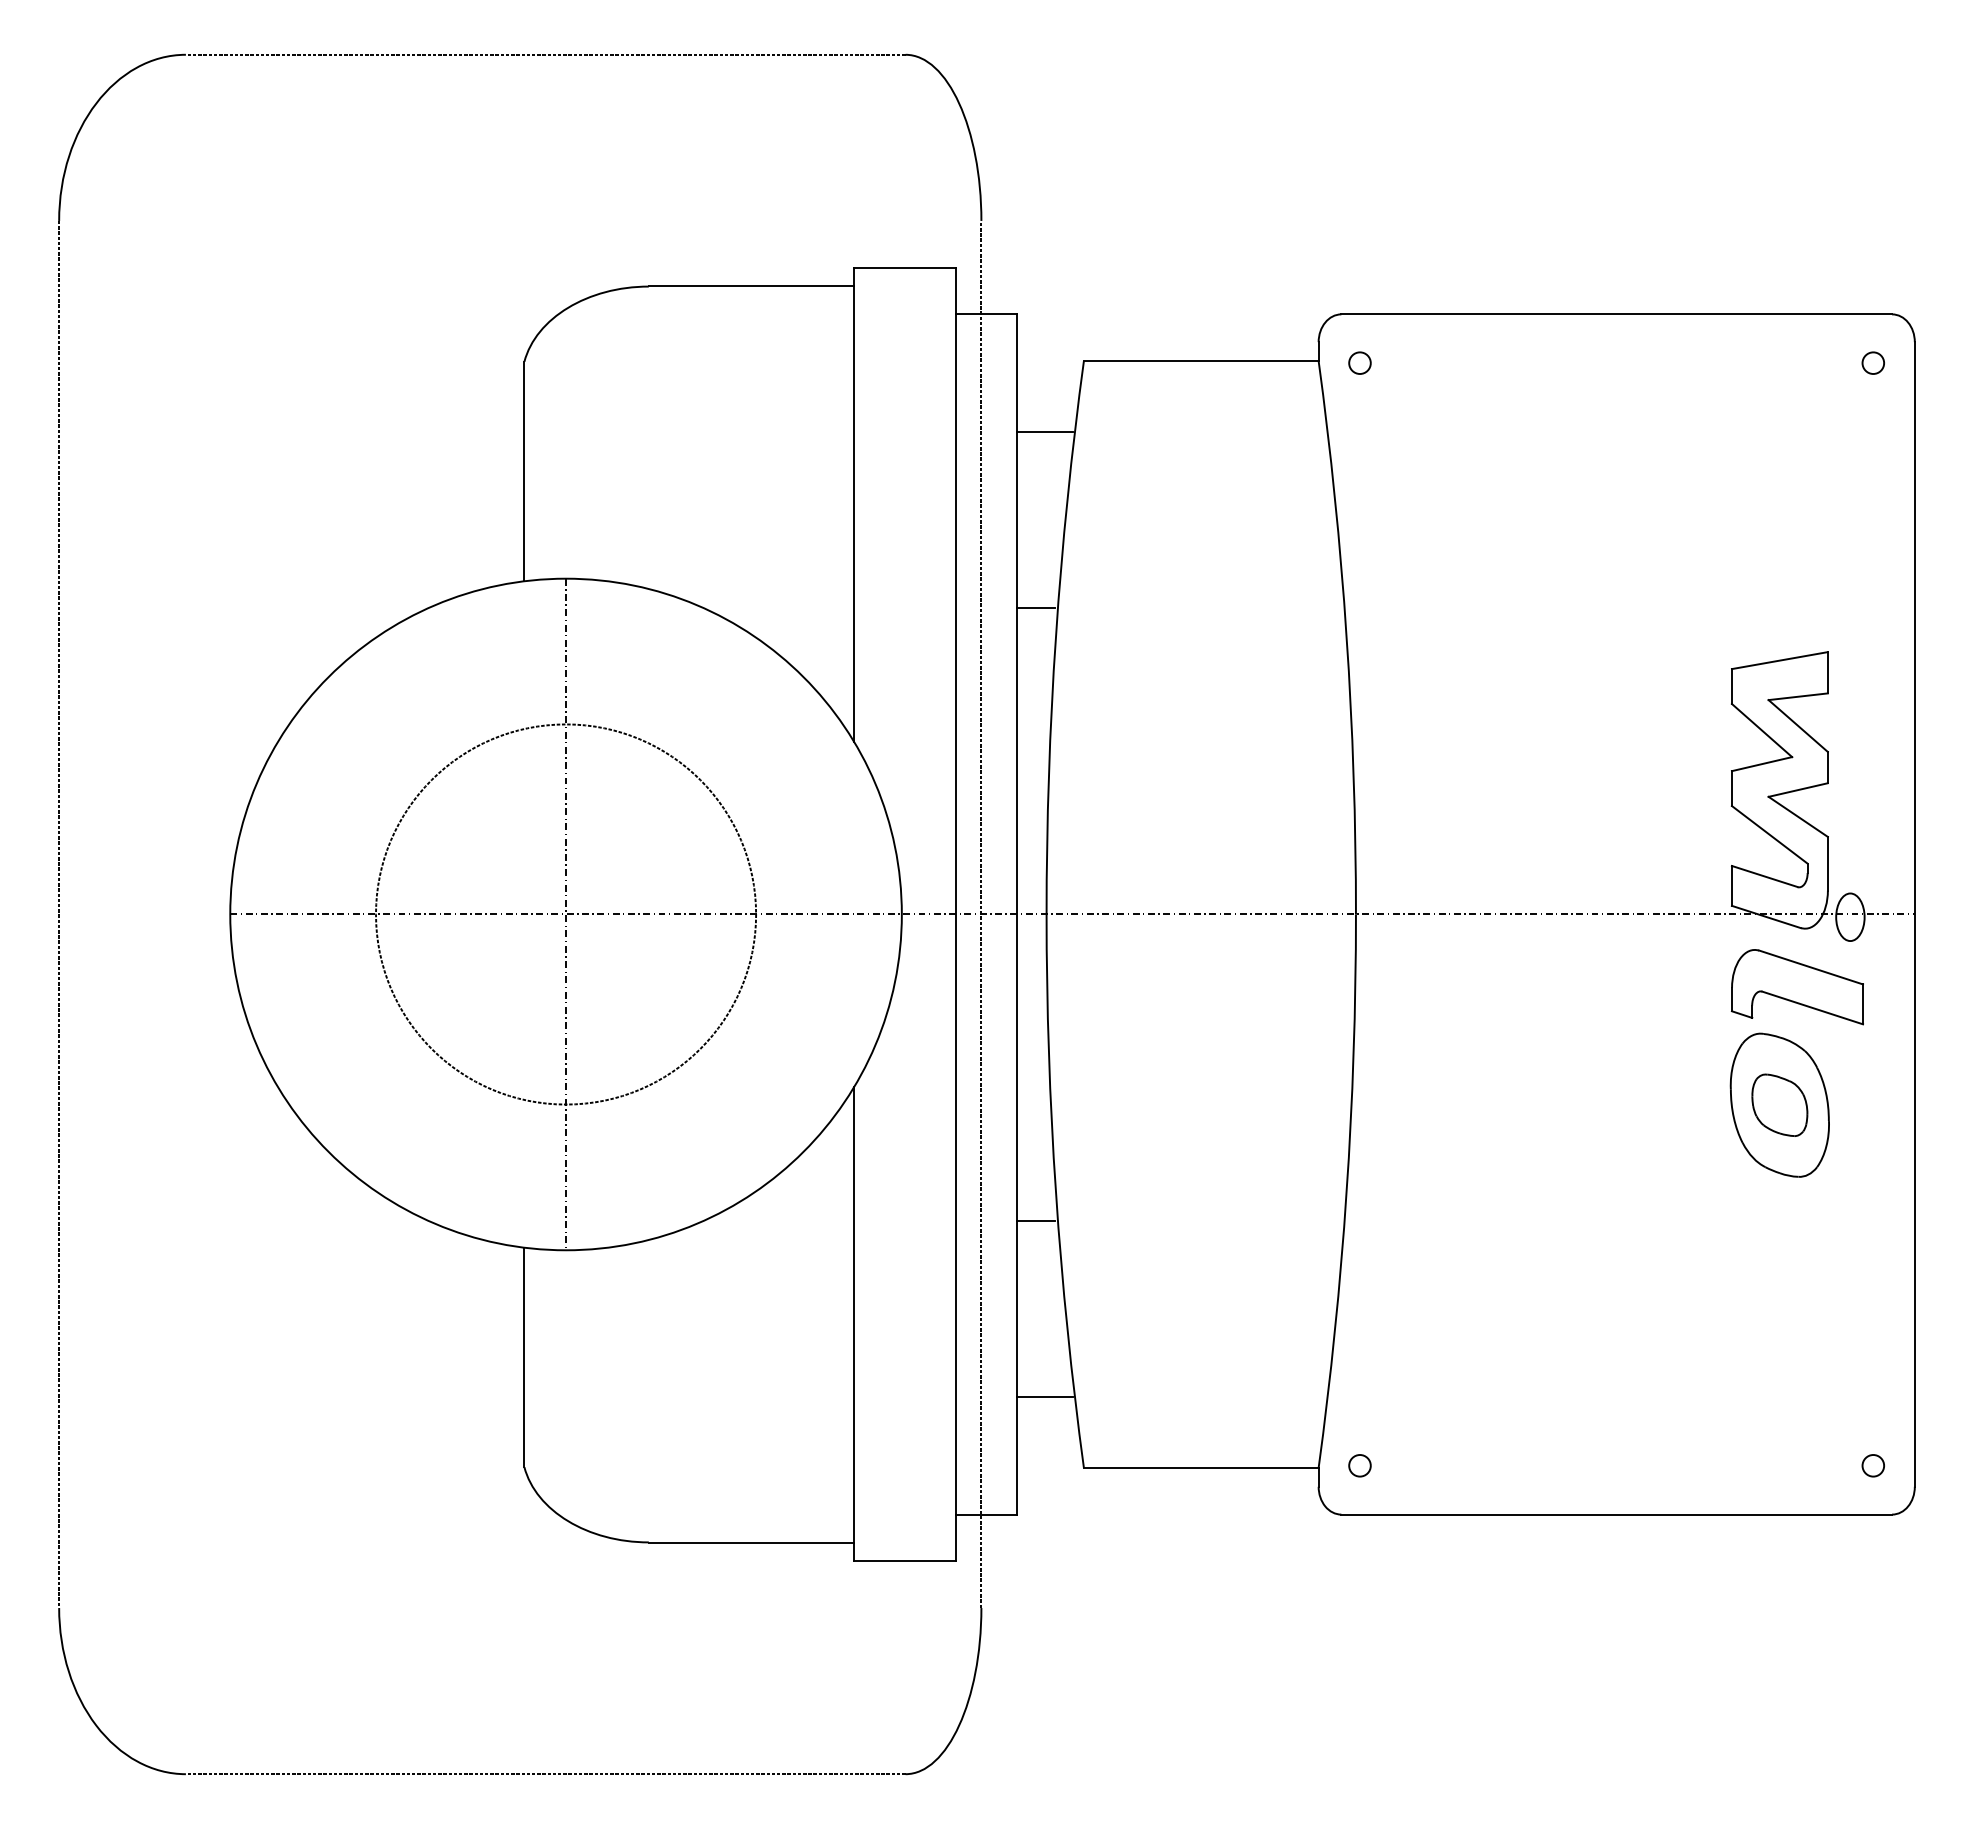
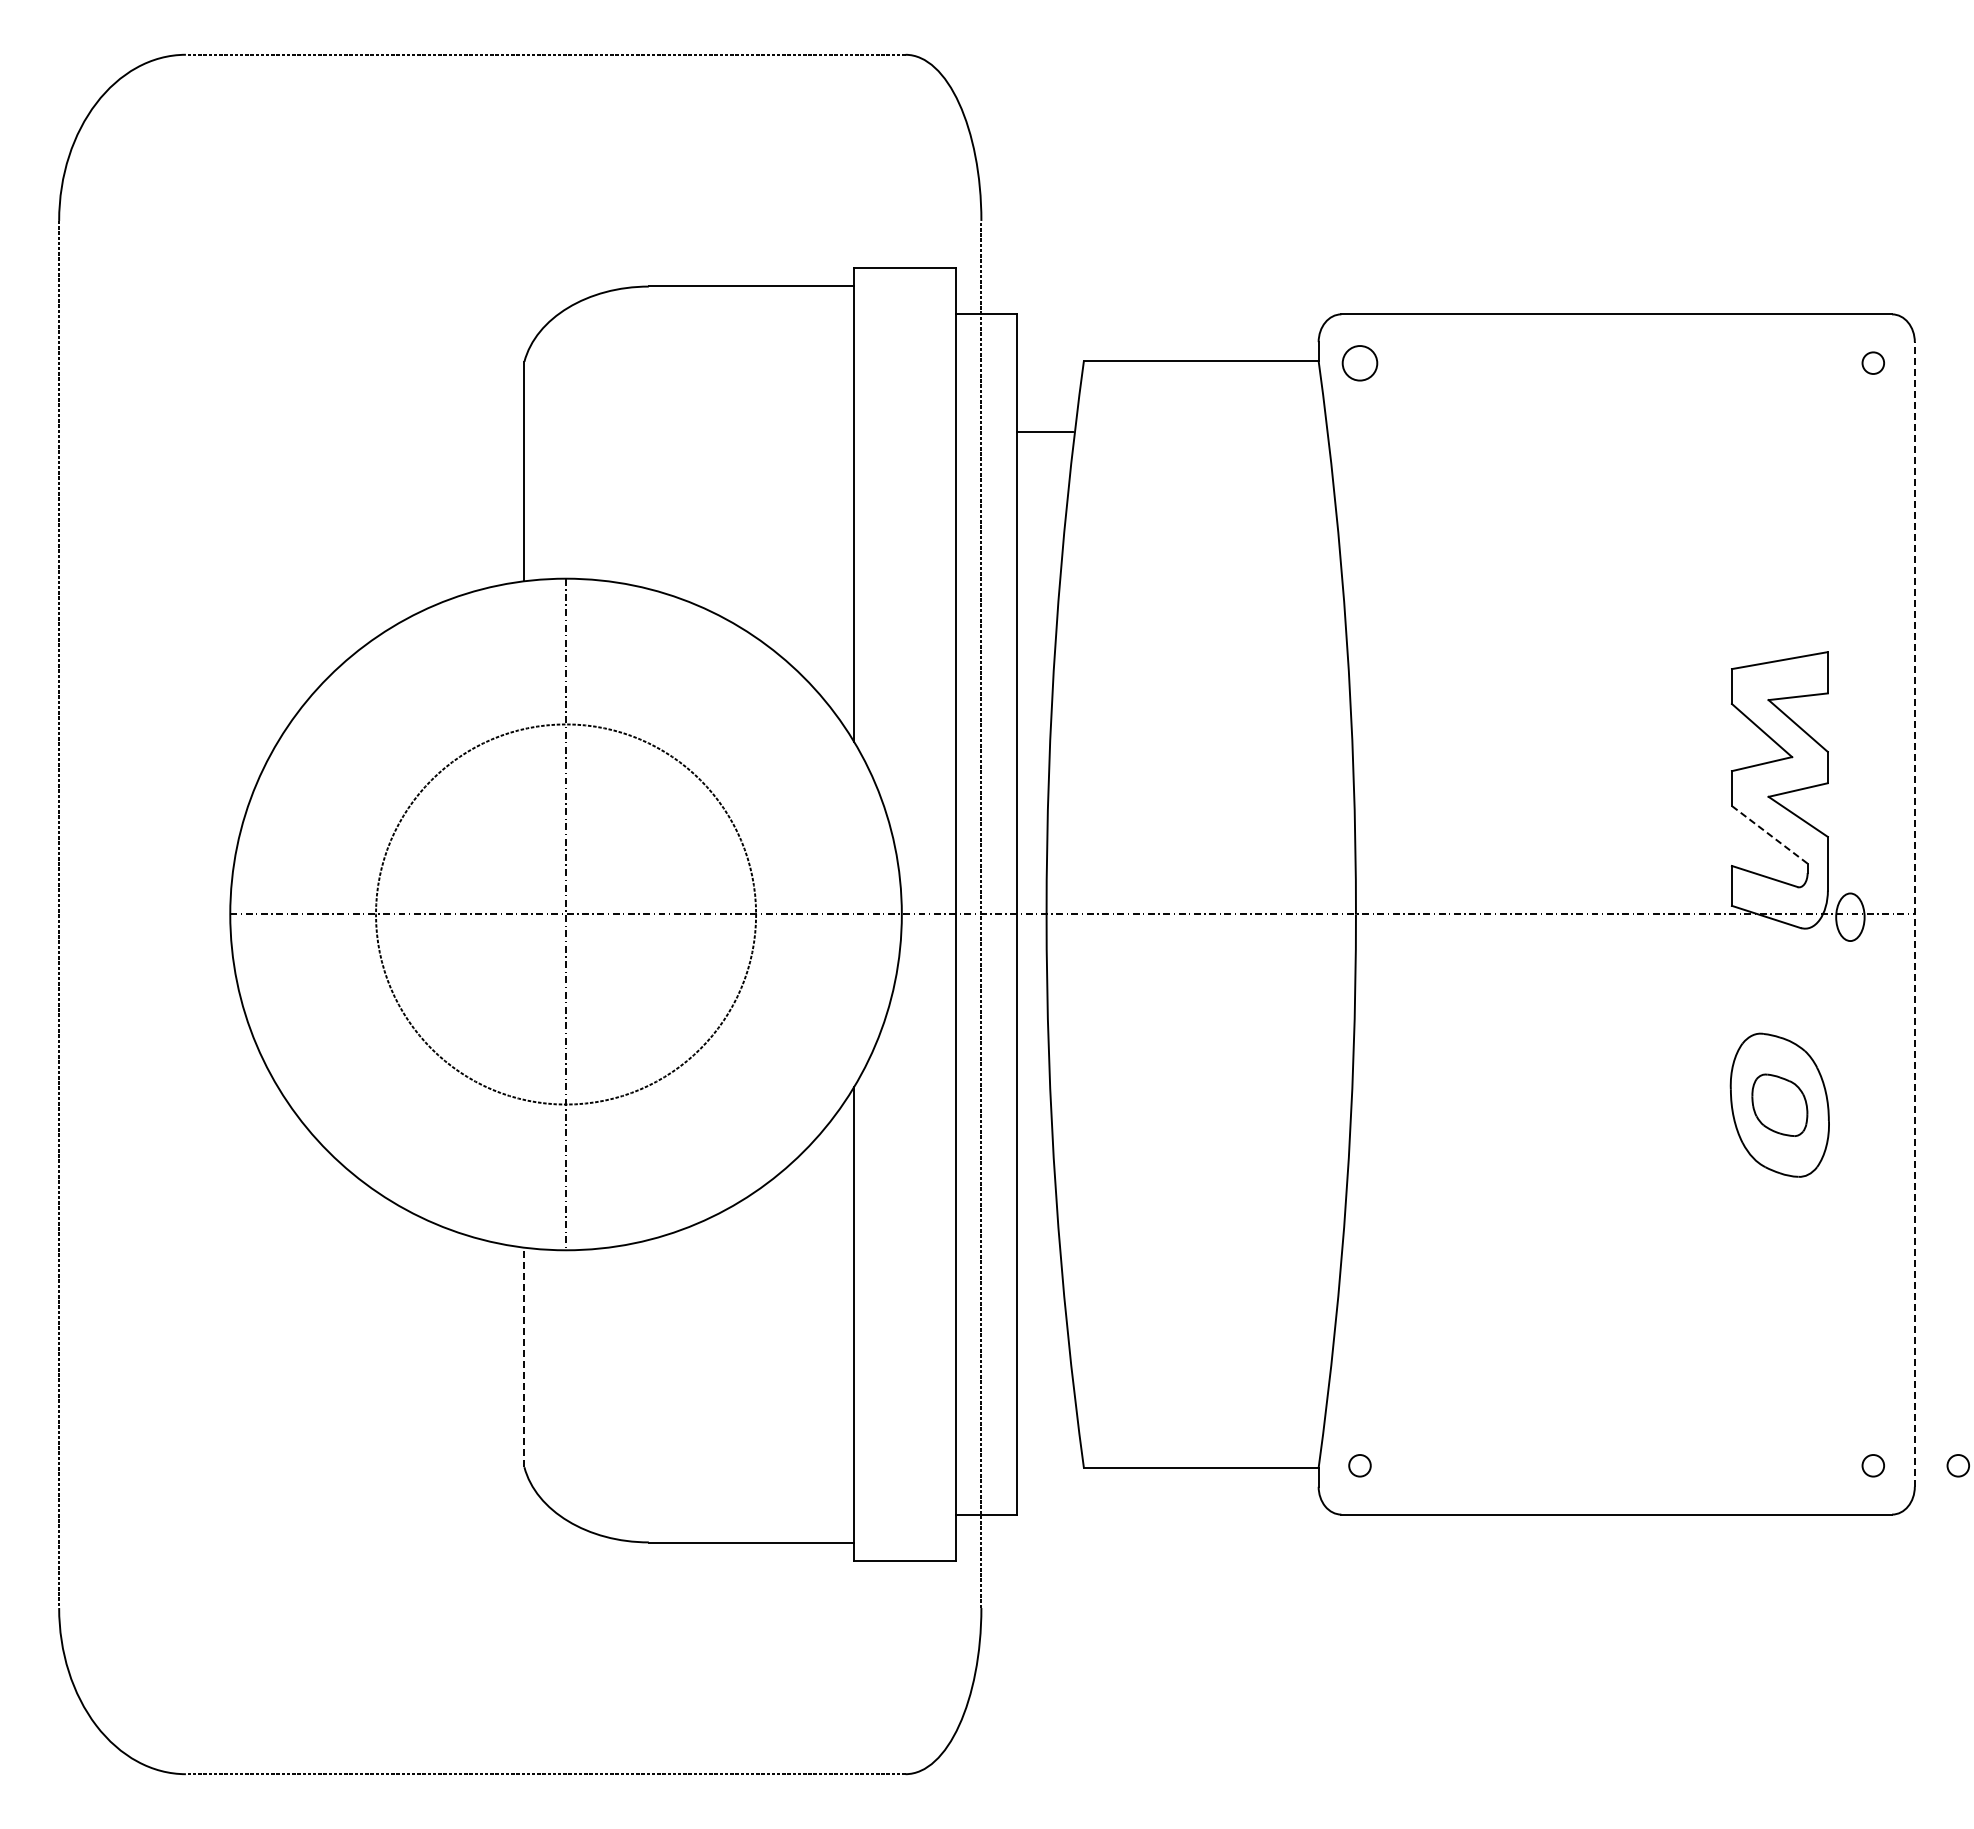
circle at (1359, 362) size: 24x24 px -> 38x37 px
line at (1035, 607): present -> none
line at (1769, 834): solid -> dashed
line at (1914, 914): solid -> dashed
part at (1797, 987): present -> none
line at (1035, 1221): present -> none
line at (524, 1357): solid -> dashed
line at (1044, 1396): present -> none
circle at (1957, 1465): none -> present
